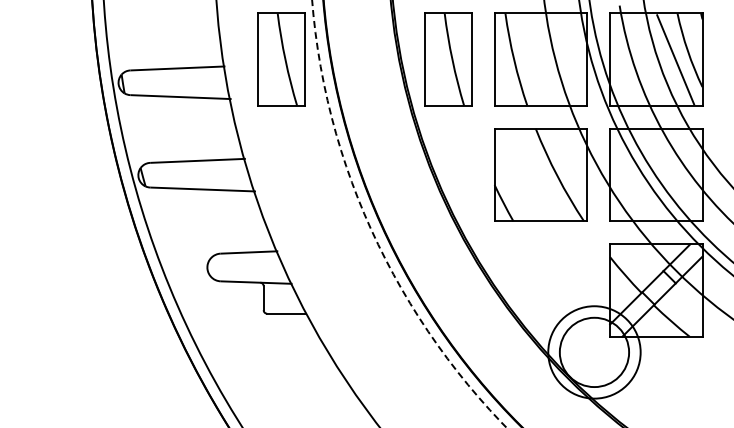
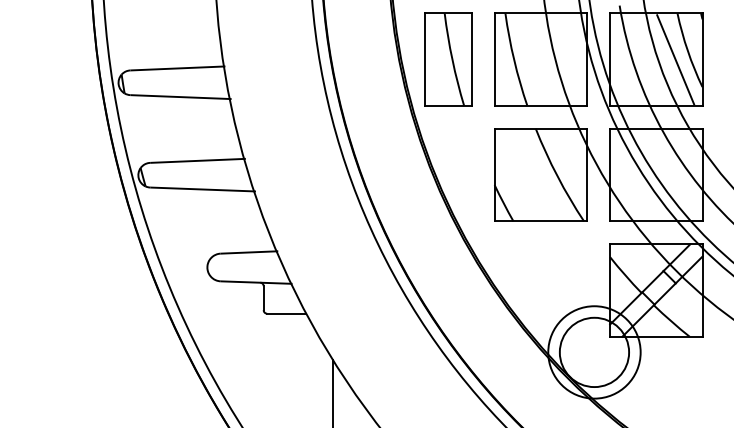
part at (281, 59): present -> none
circle at (409, 213): dashed -> solid
line at (332, 392): none -> present
